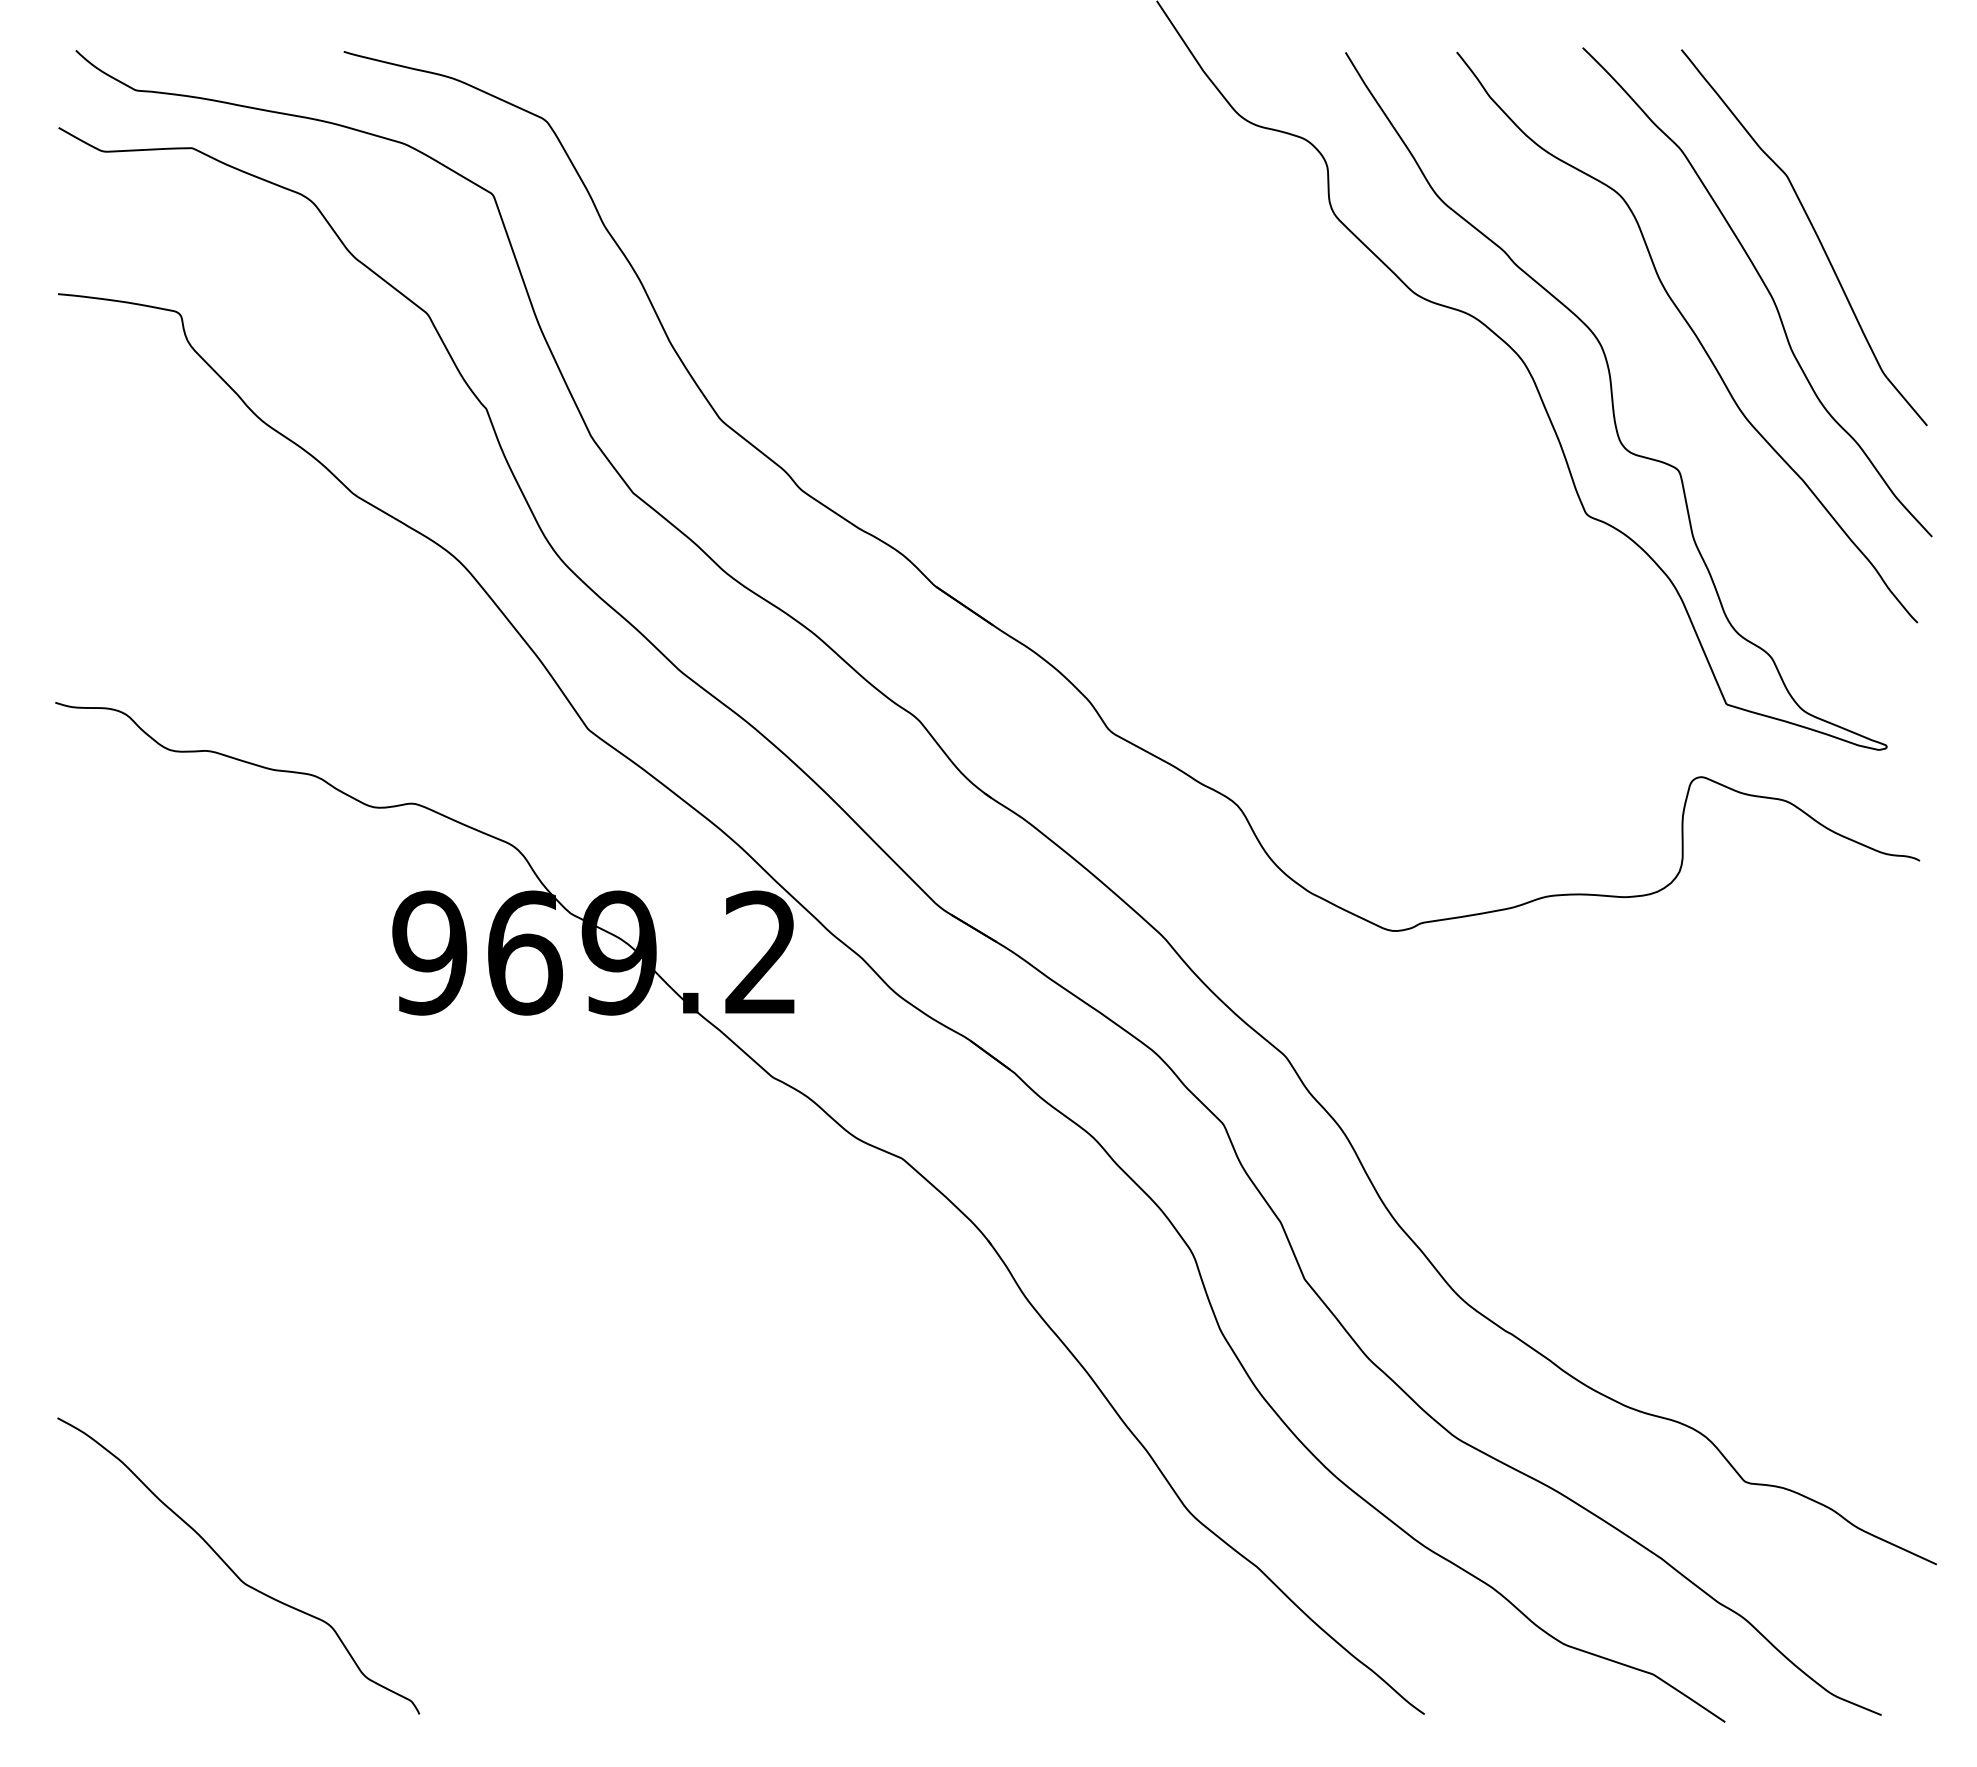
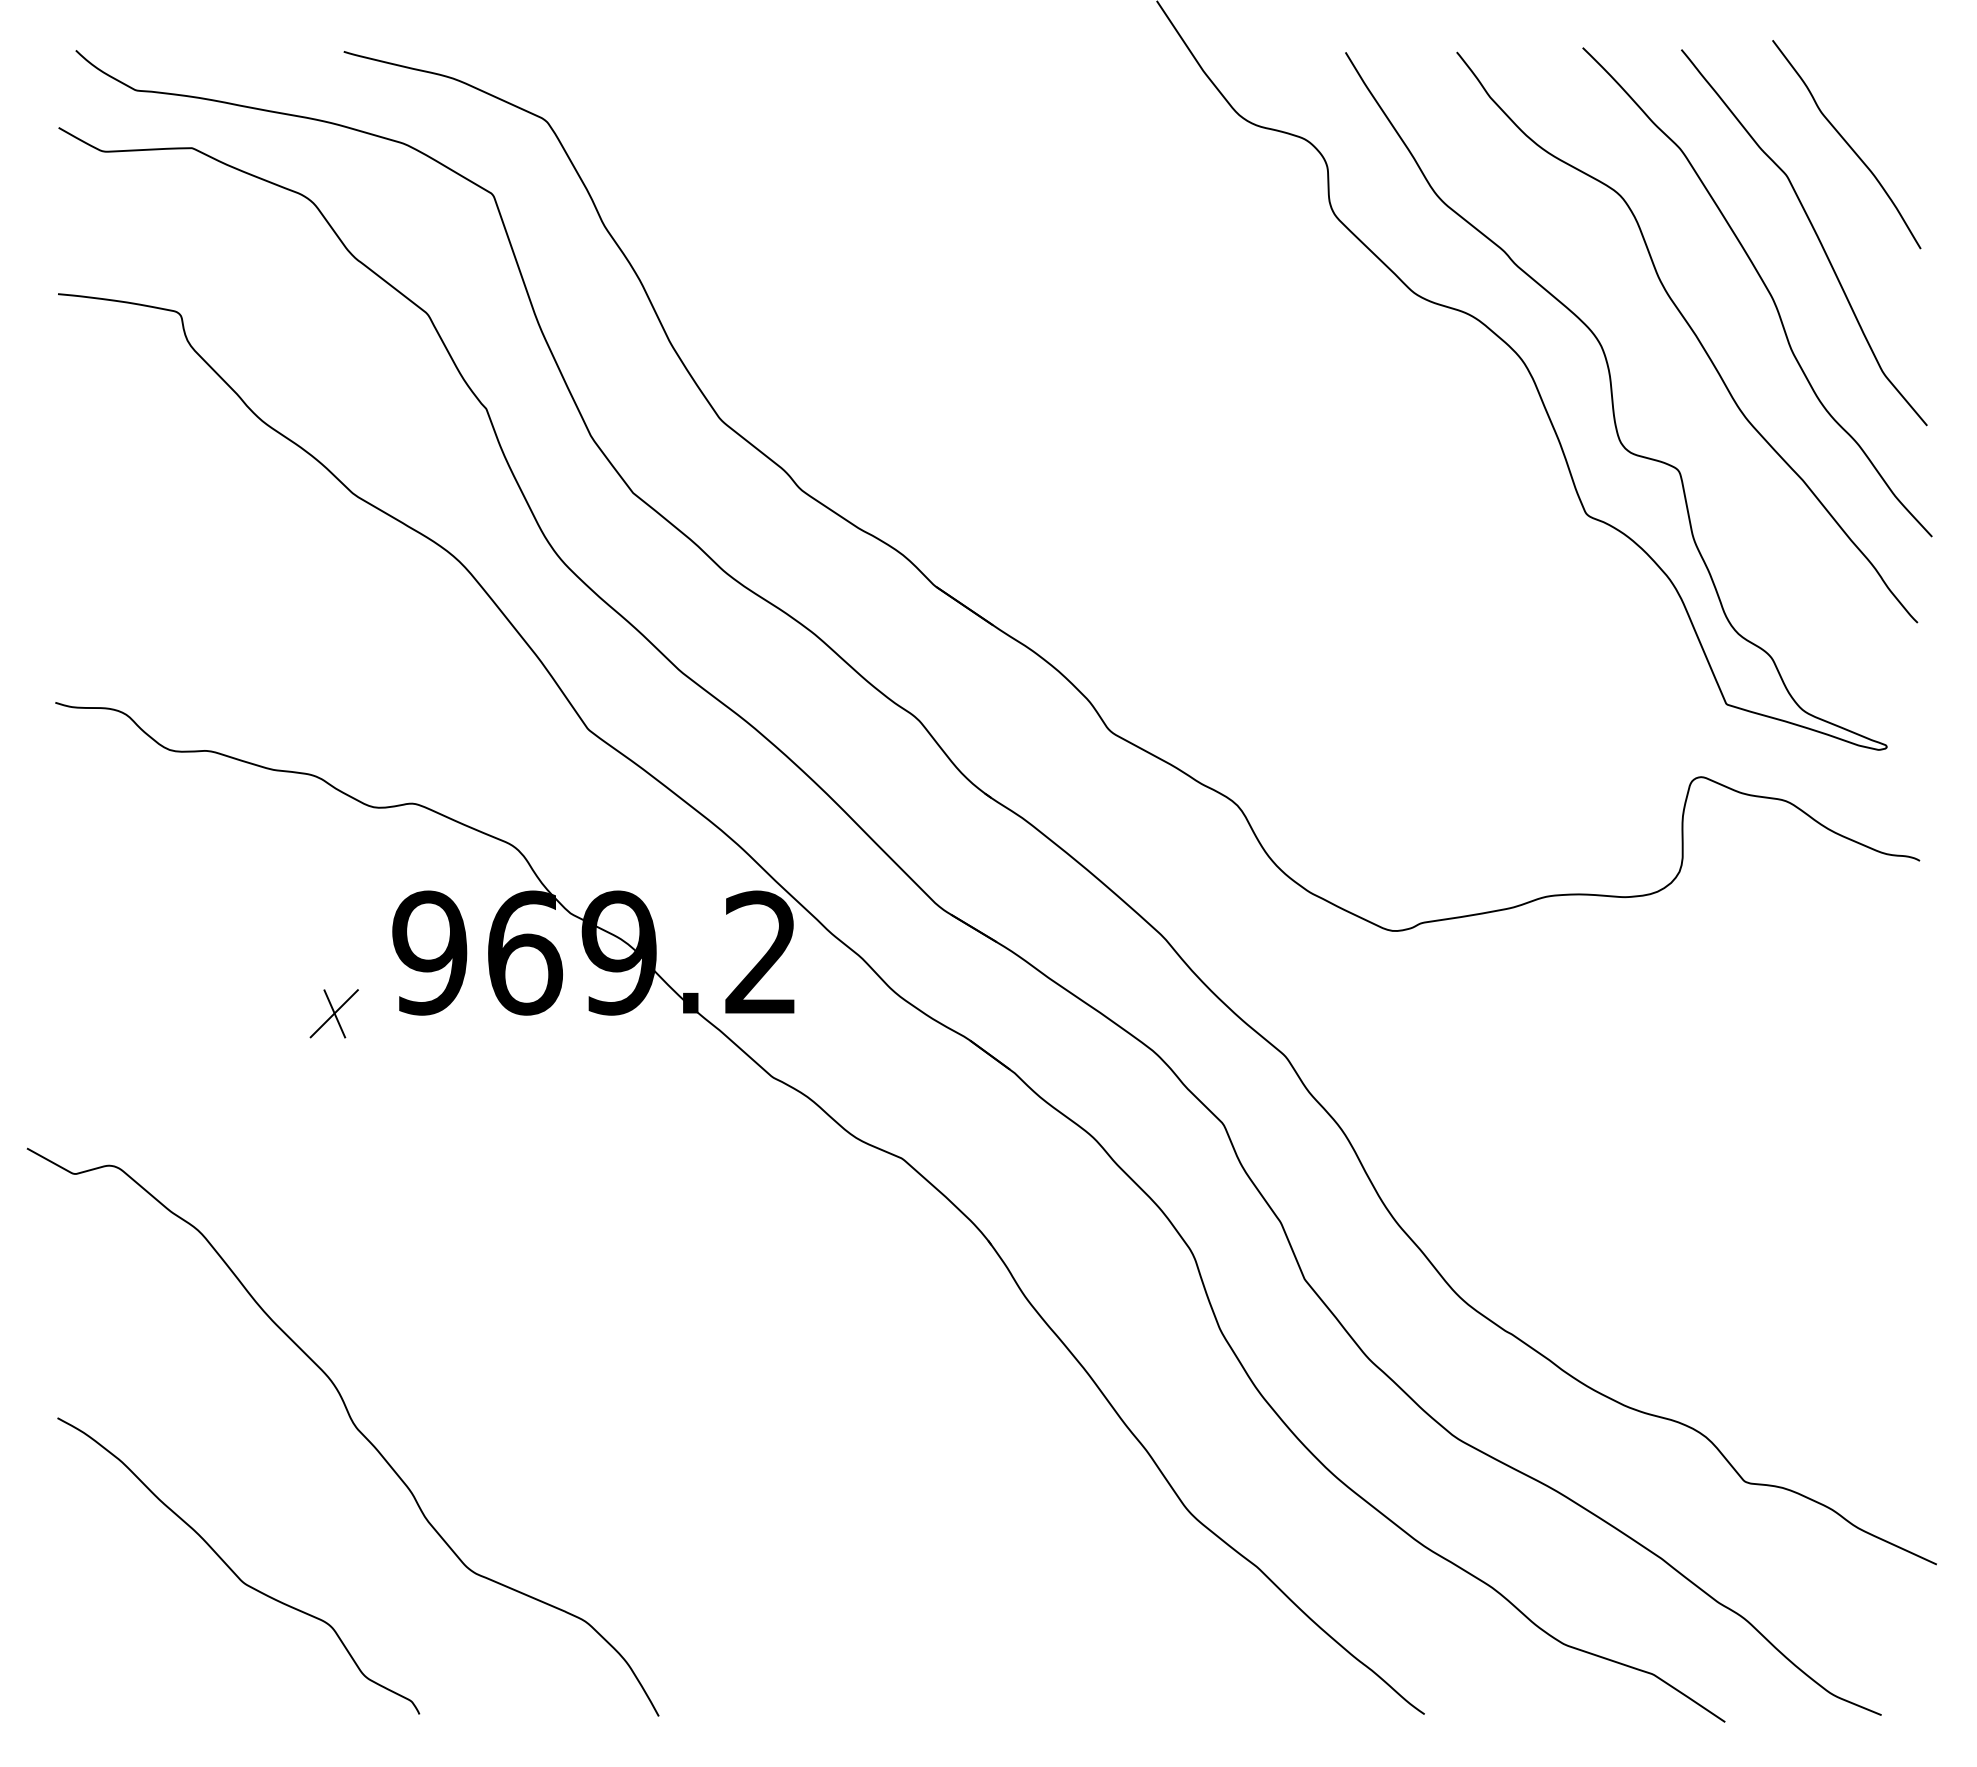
curve at (1846, 143): none -> present
part at (333, 1013): none -> present
curve at (353, 1425): none -> present
